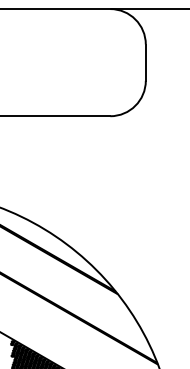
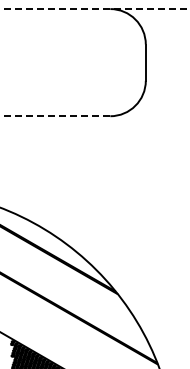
line at (95, 9): solid -> dashed
line at (55, 116): solid -> dashed
